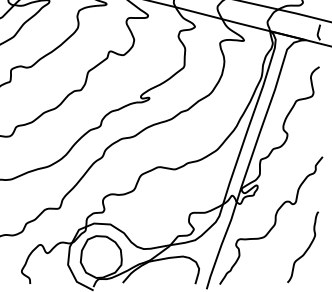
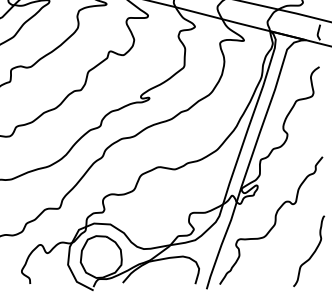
curve at (306, 249) position: (306, 249) -> (312, 253)
